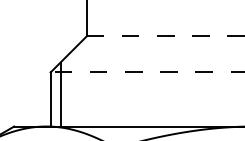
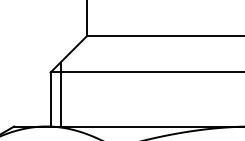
line at (165, 36): dashed -> solid
line at (147, 72): dashed -> solid
